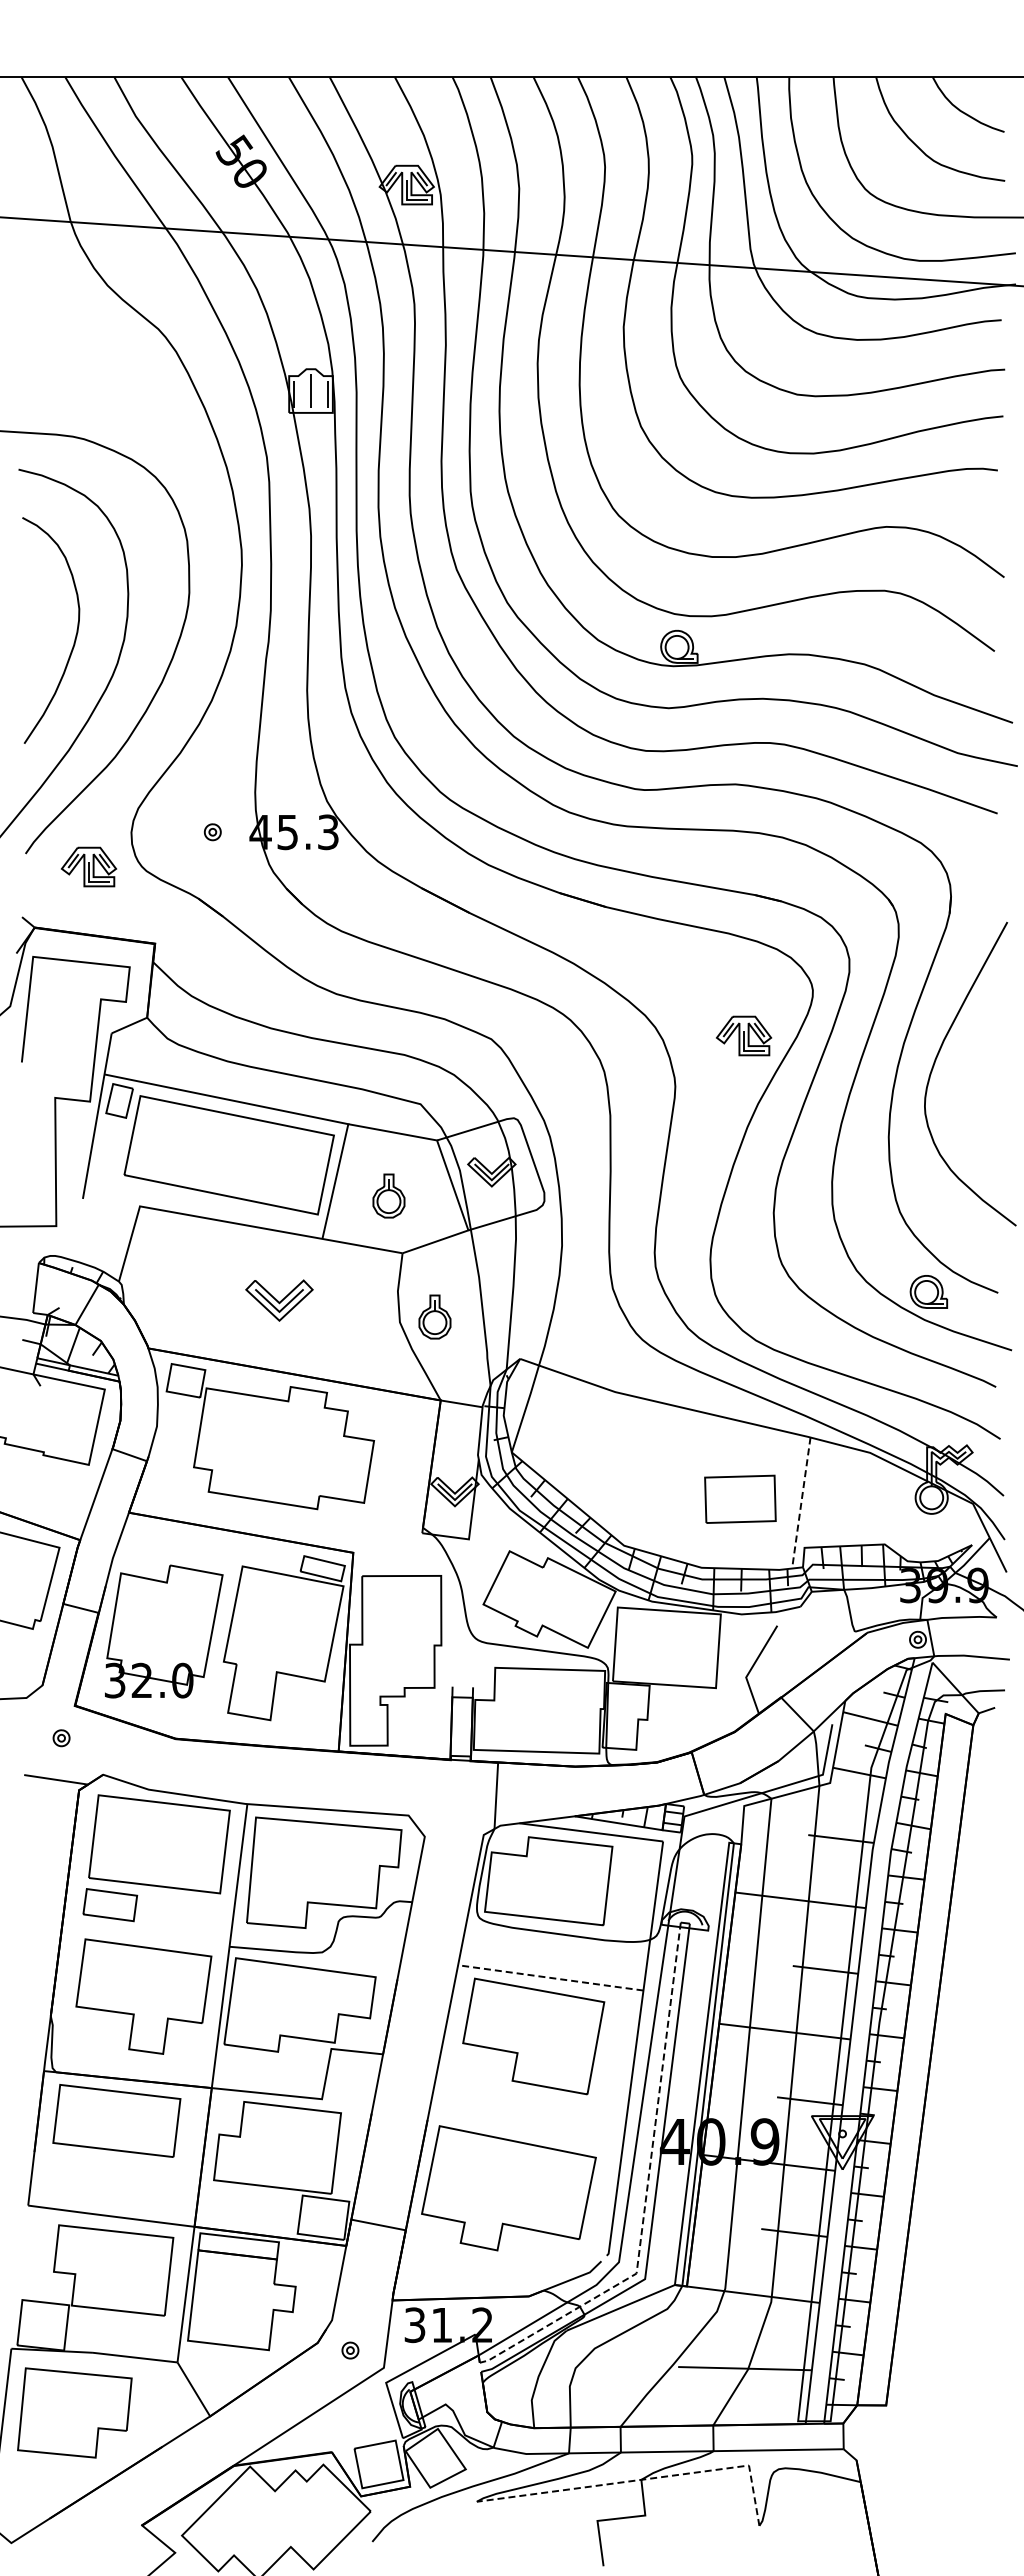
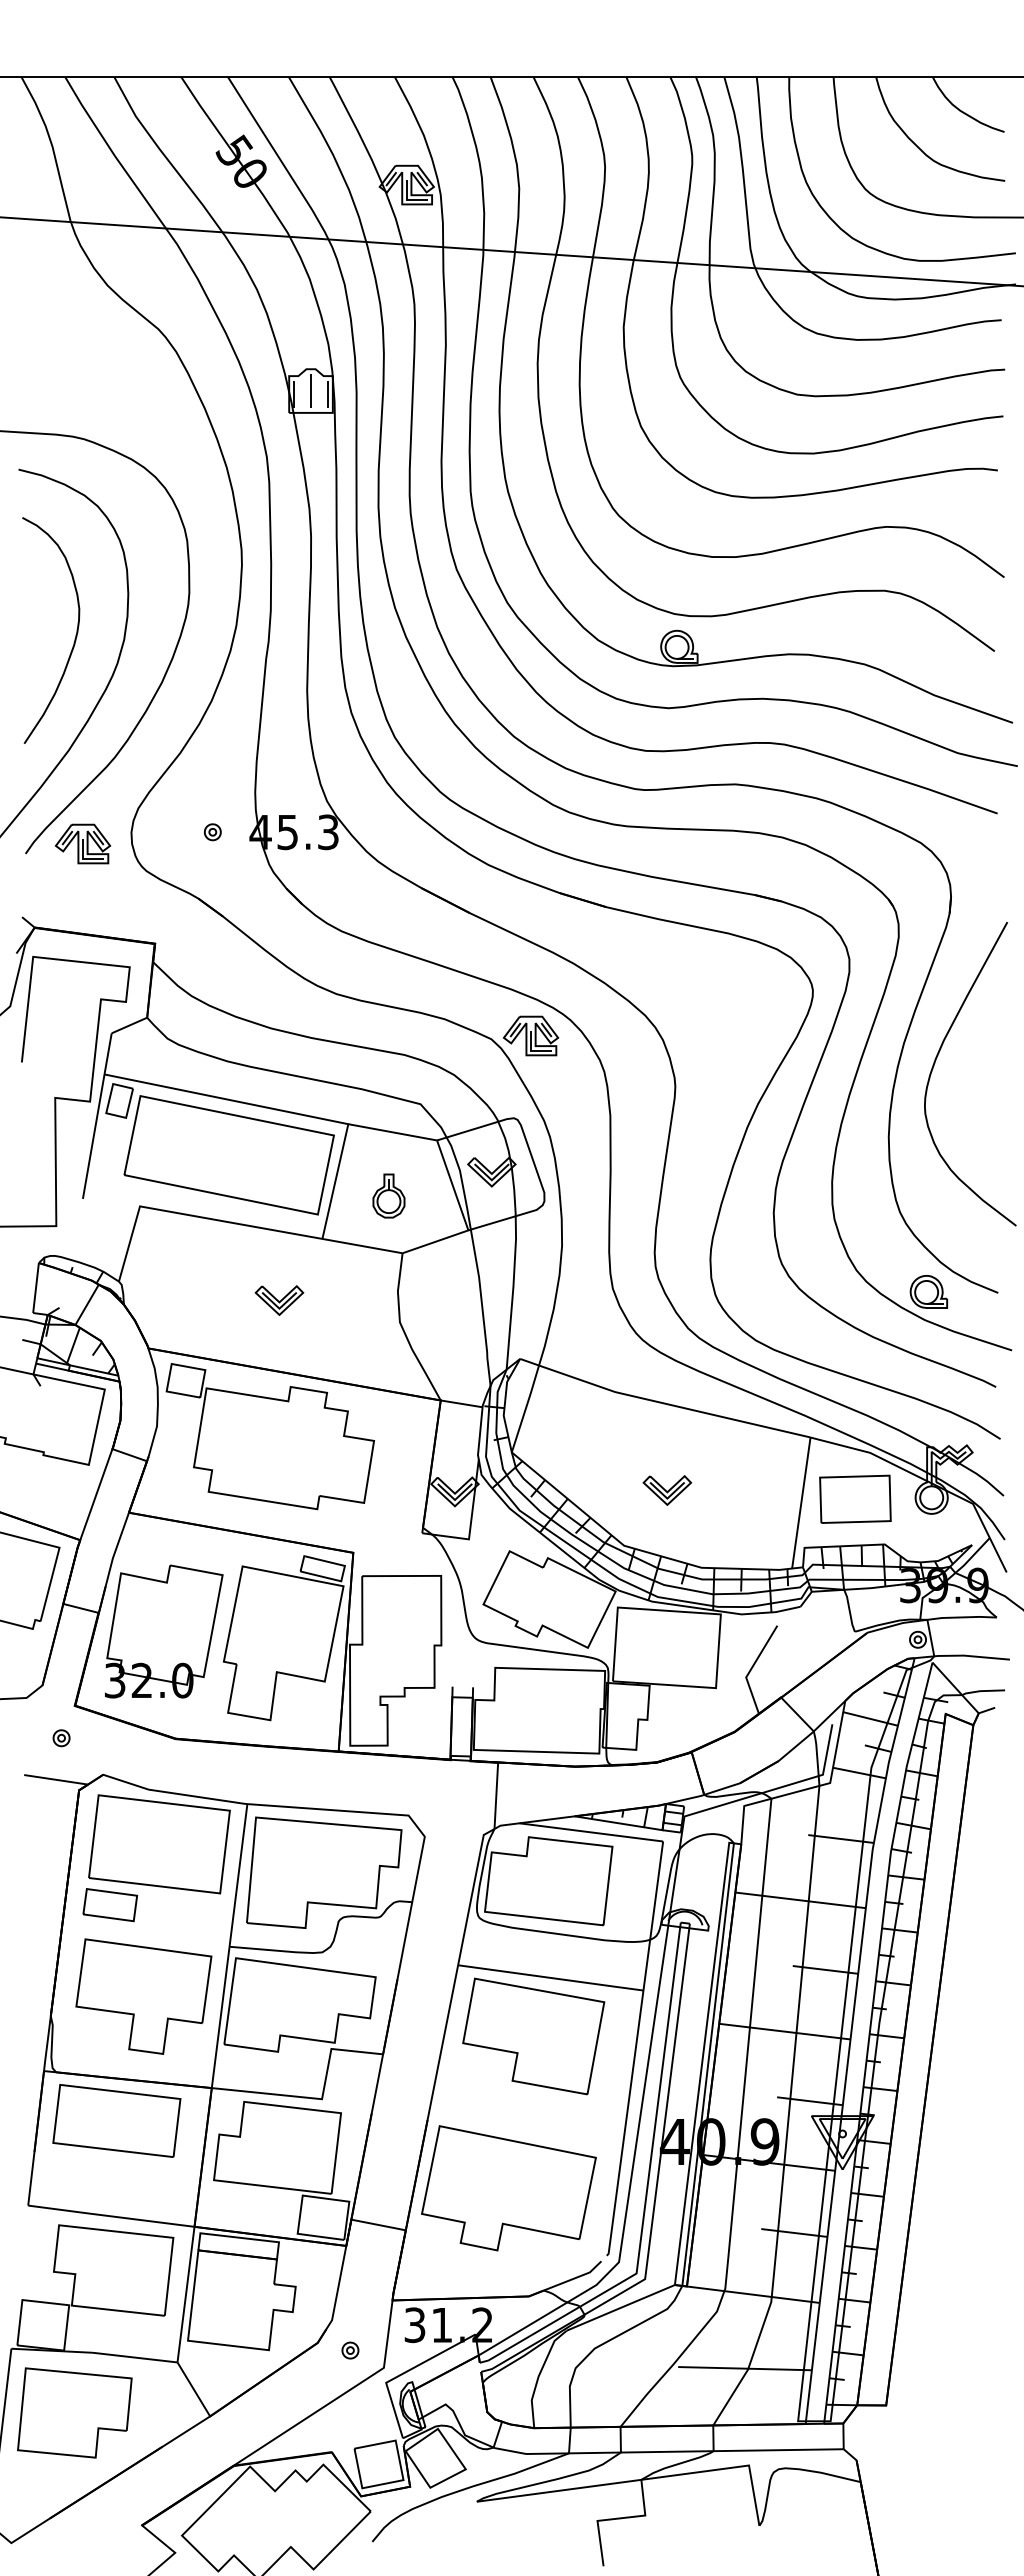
part at (89, 866) position: (89, 866) -> (83, 843)
part at (744, 1035) position: (744, 1035) -> (531, 1035)
part at (279, 1300) size: 69x43 px -> 51x31 px
part at (434, 1316): present -> none
part at (667, 1490): none -> present
part at (740, 1498) position: (740, 1498) -> (855, 1498)
line at (801, 1503): dashed -> solid
line at (551, 1978): dashed -> solid
line at (647, 2189): dashed -> solid
line at (643, 2479): dashed -> solid
